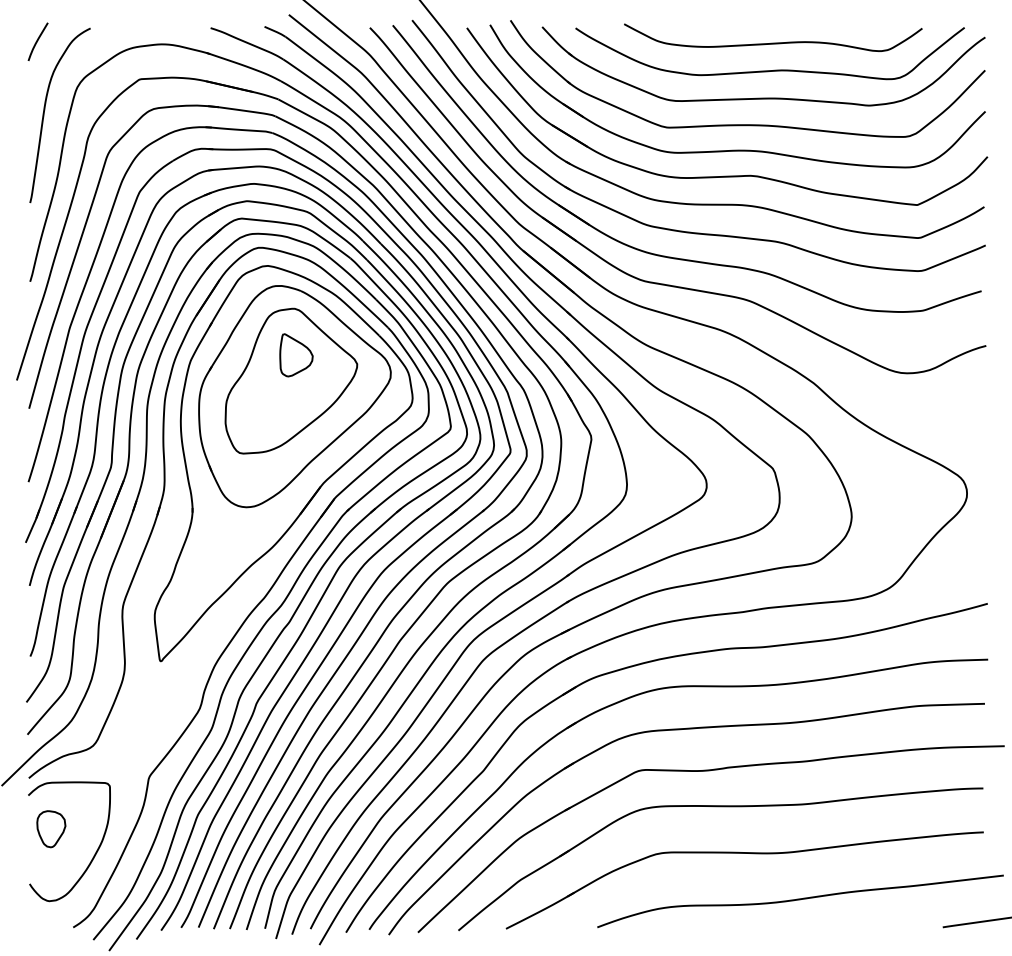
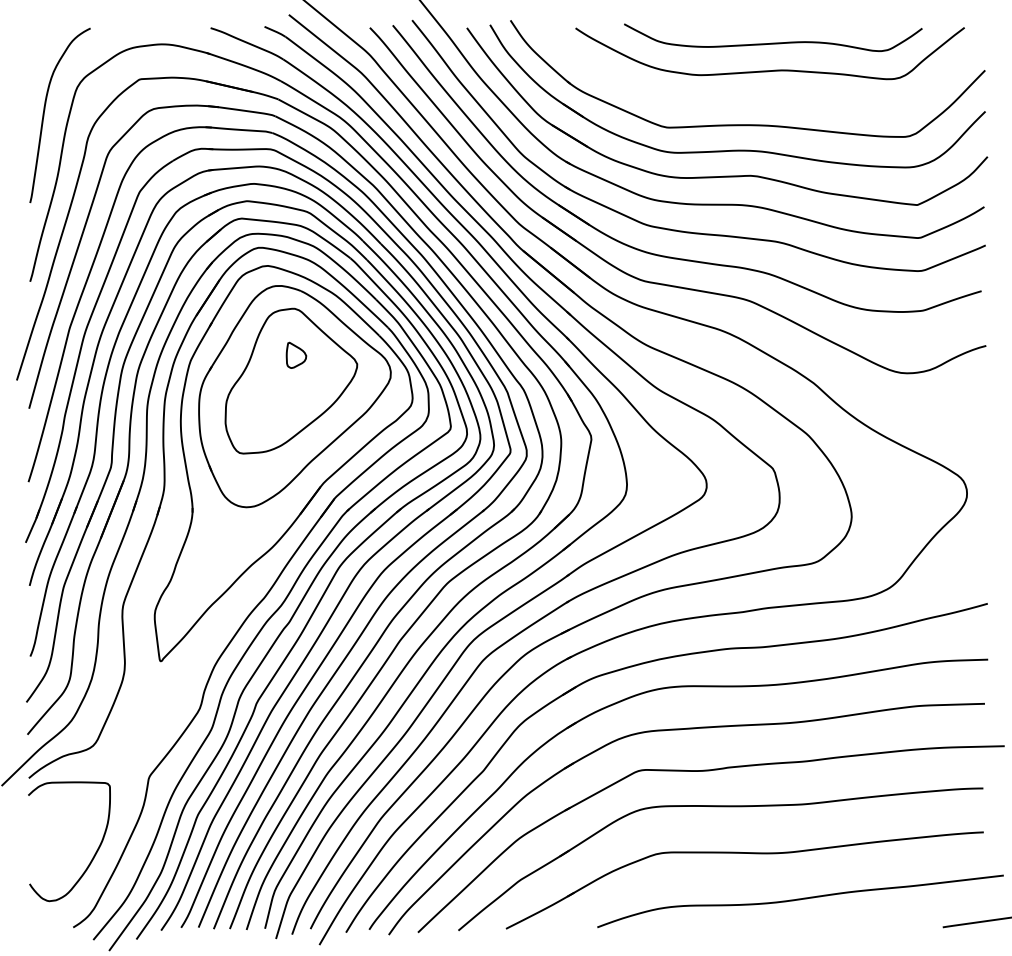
curve at (37, 41): present -> none
part at (763, 97): present -> none
part at (296, 355) size: 35x45 px -> 23x28 px
part at (51, 829): present -> none
